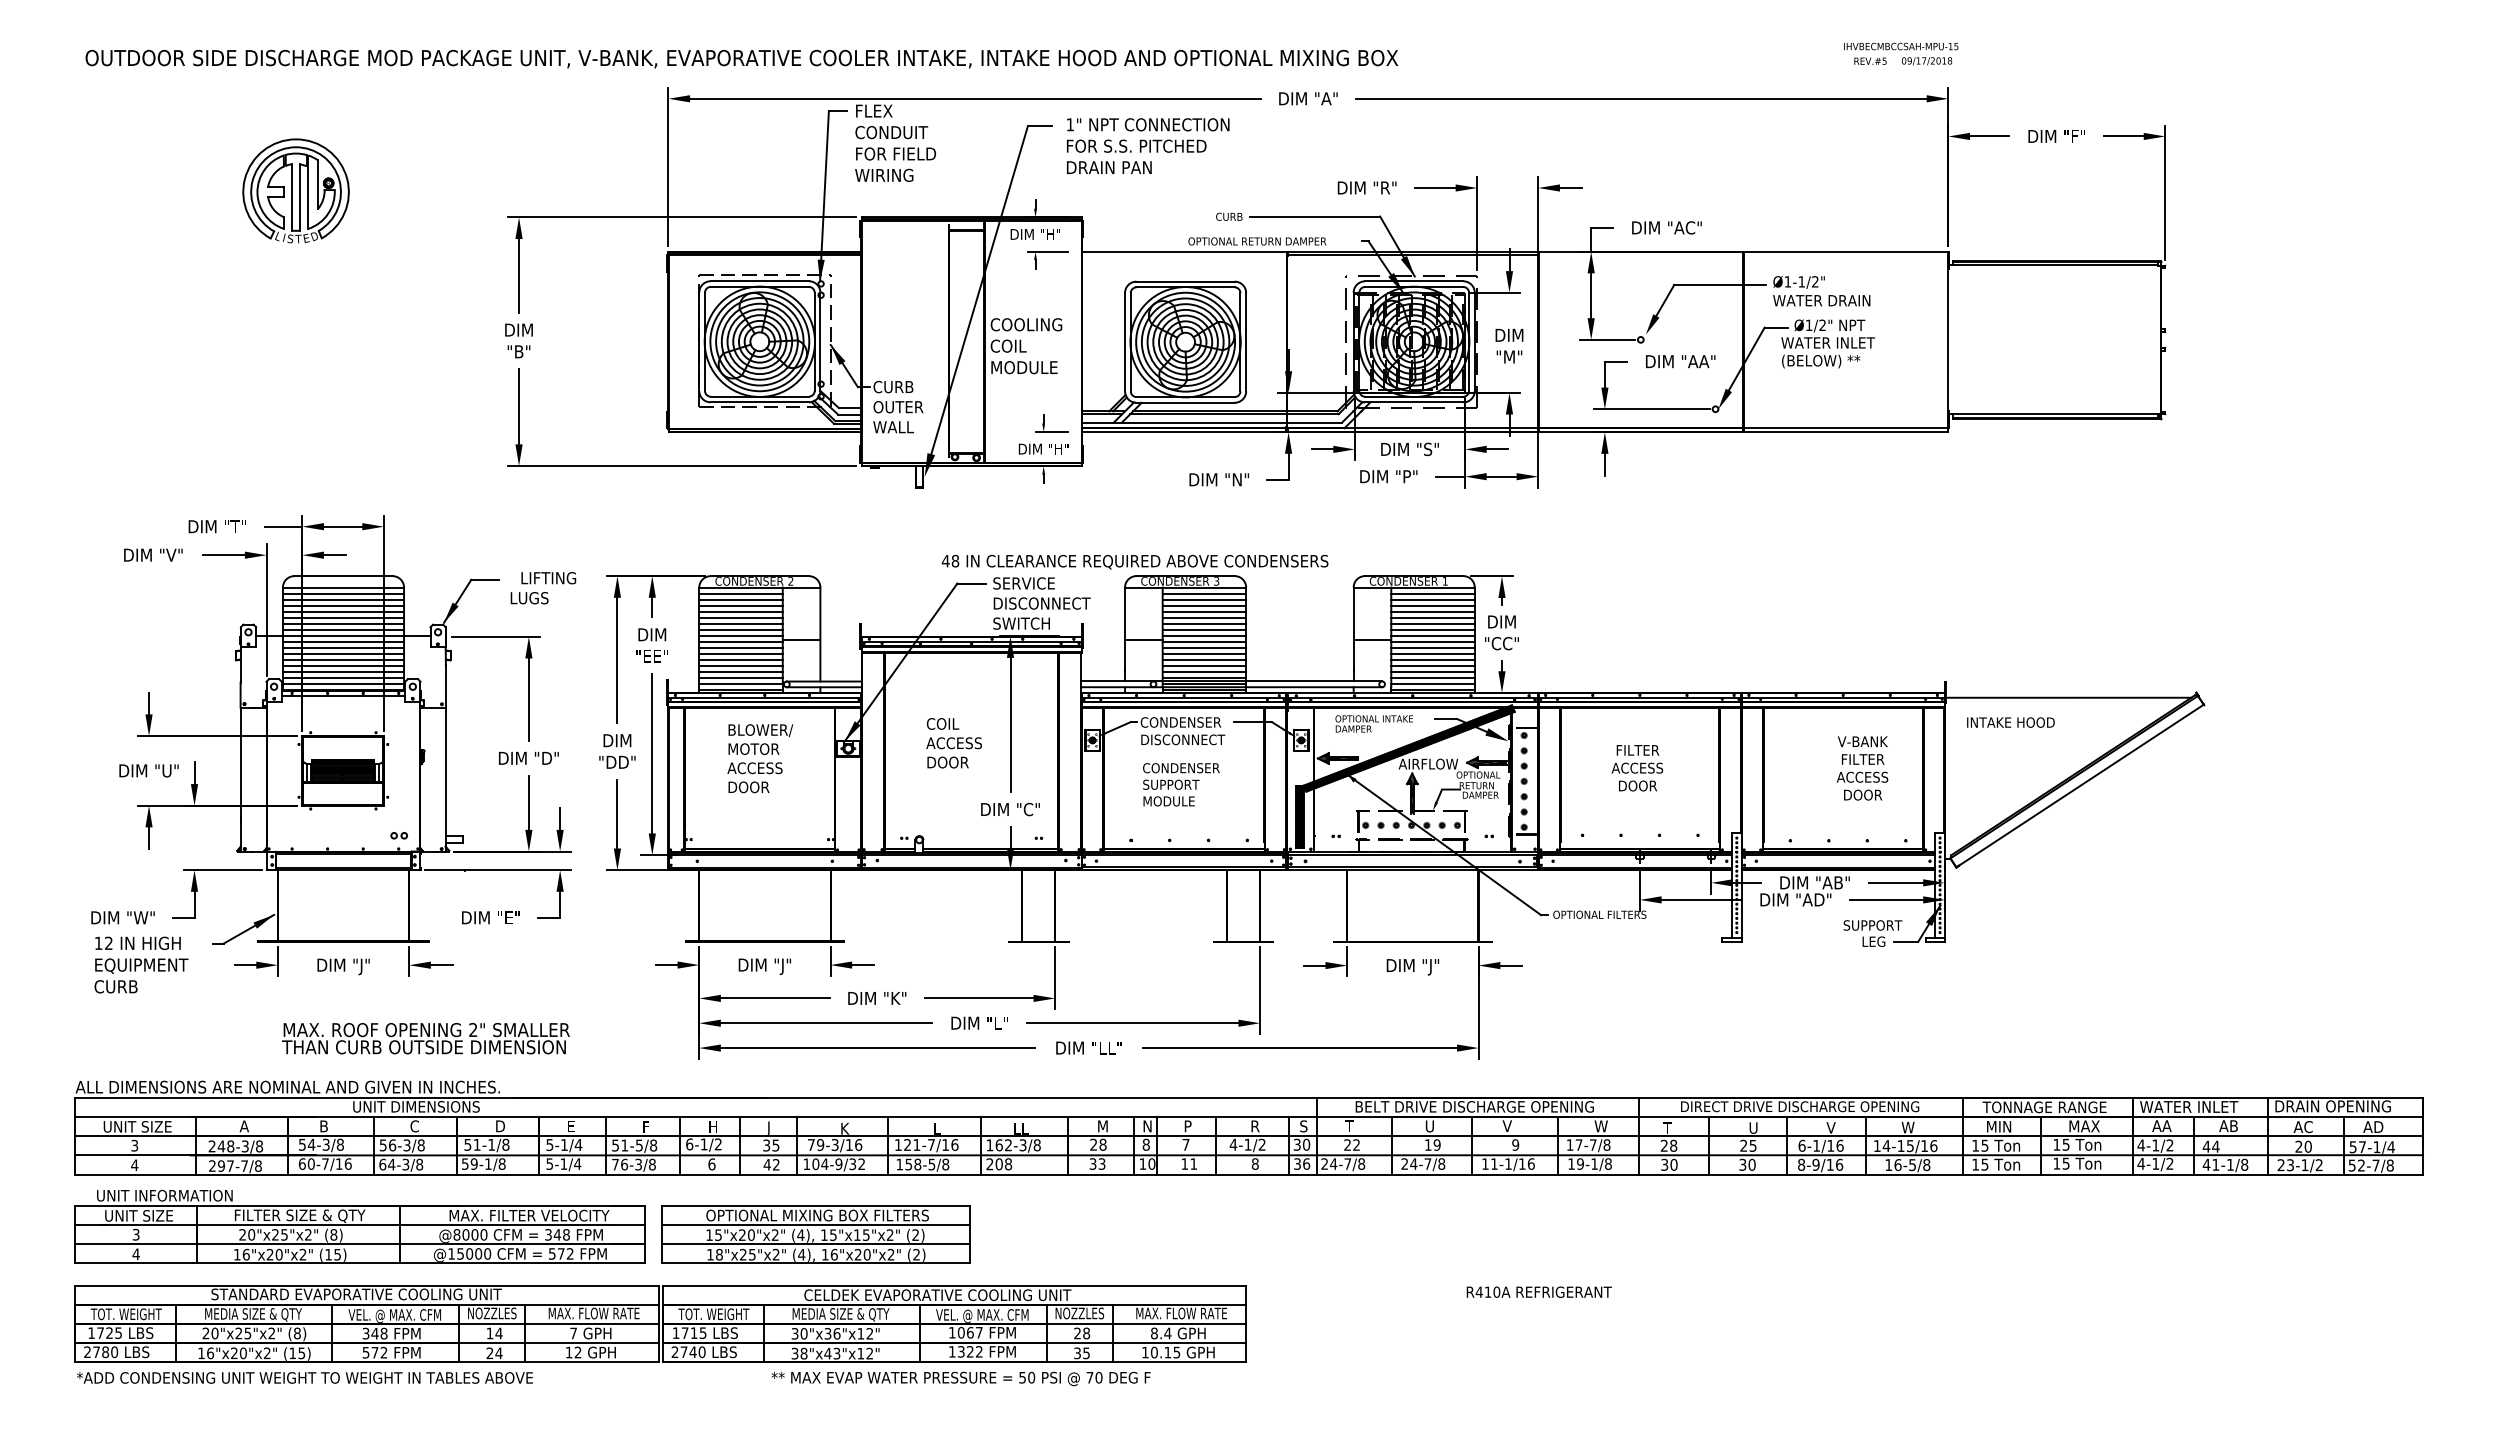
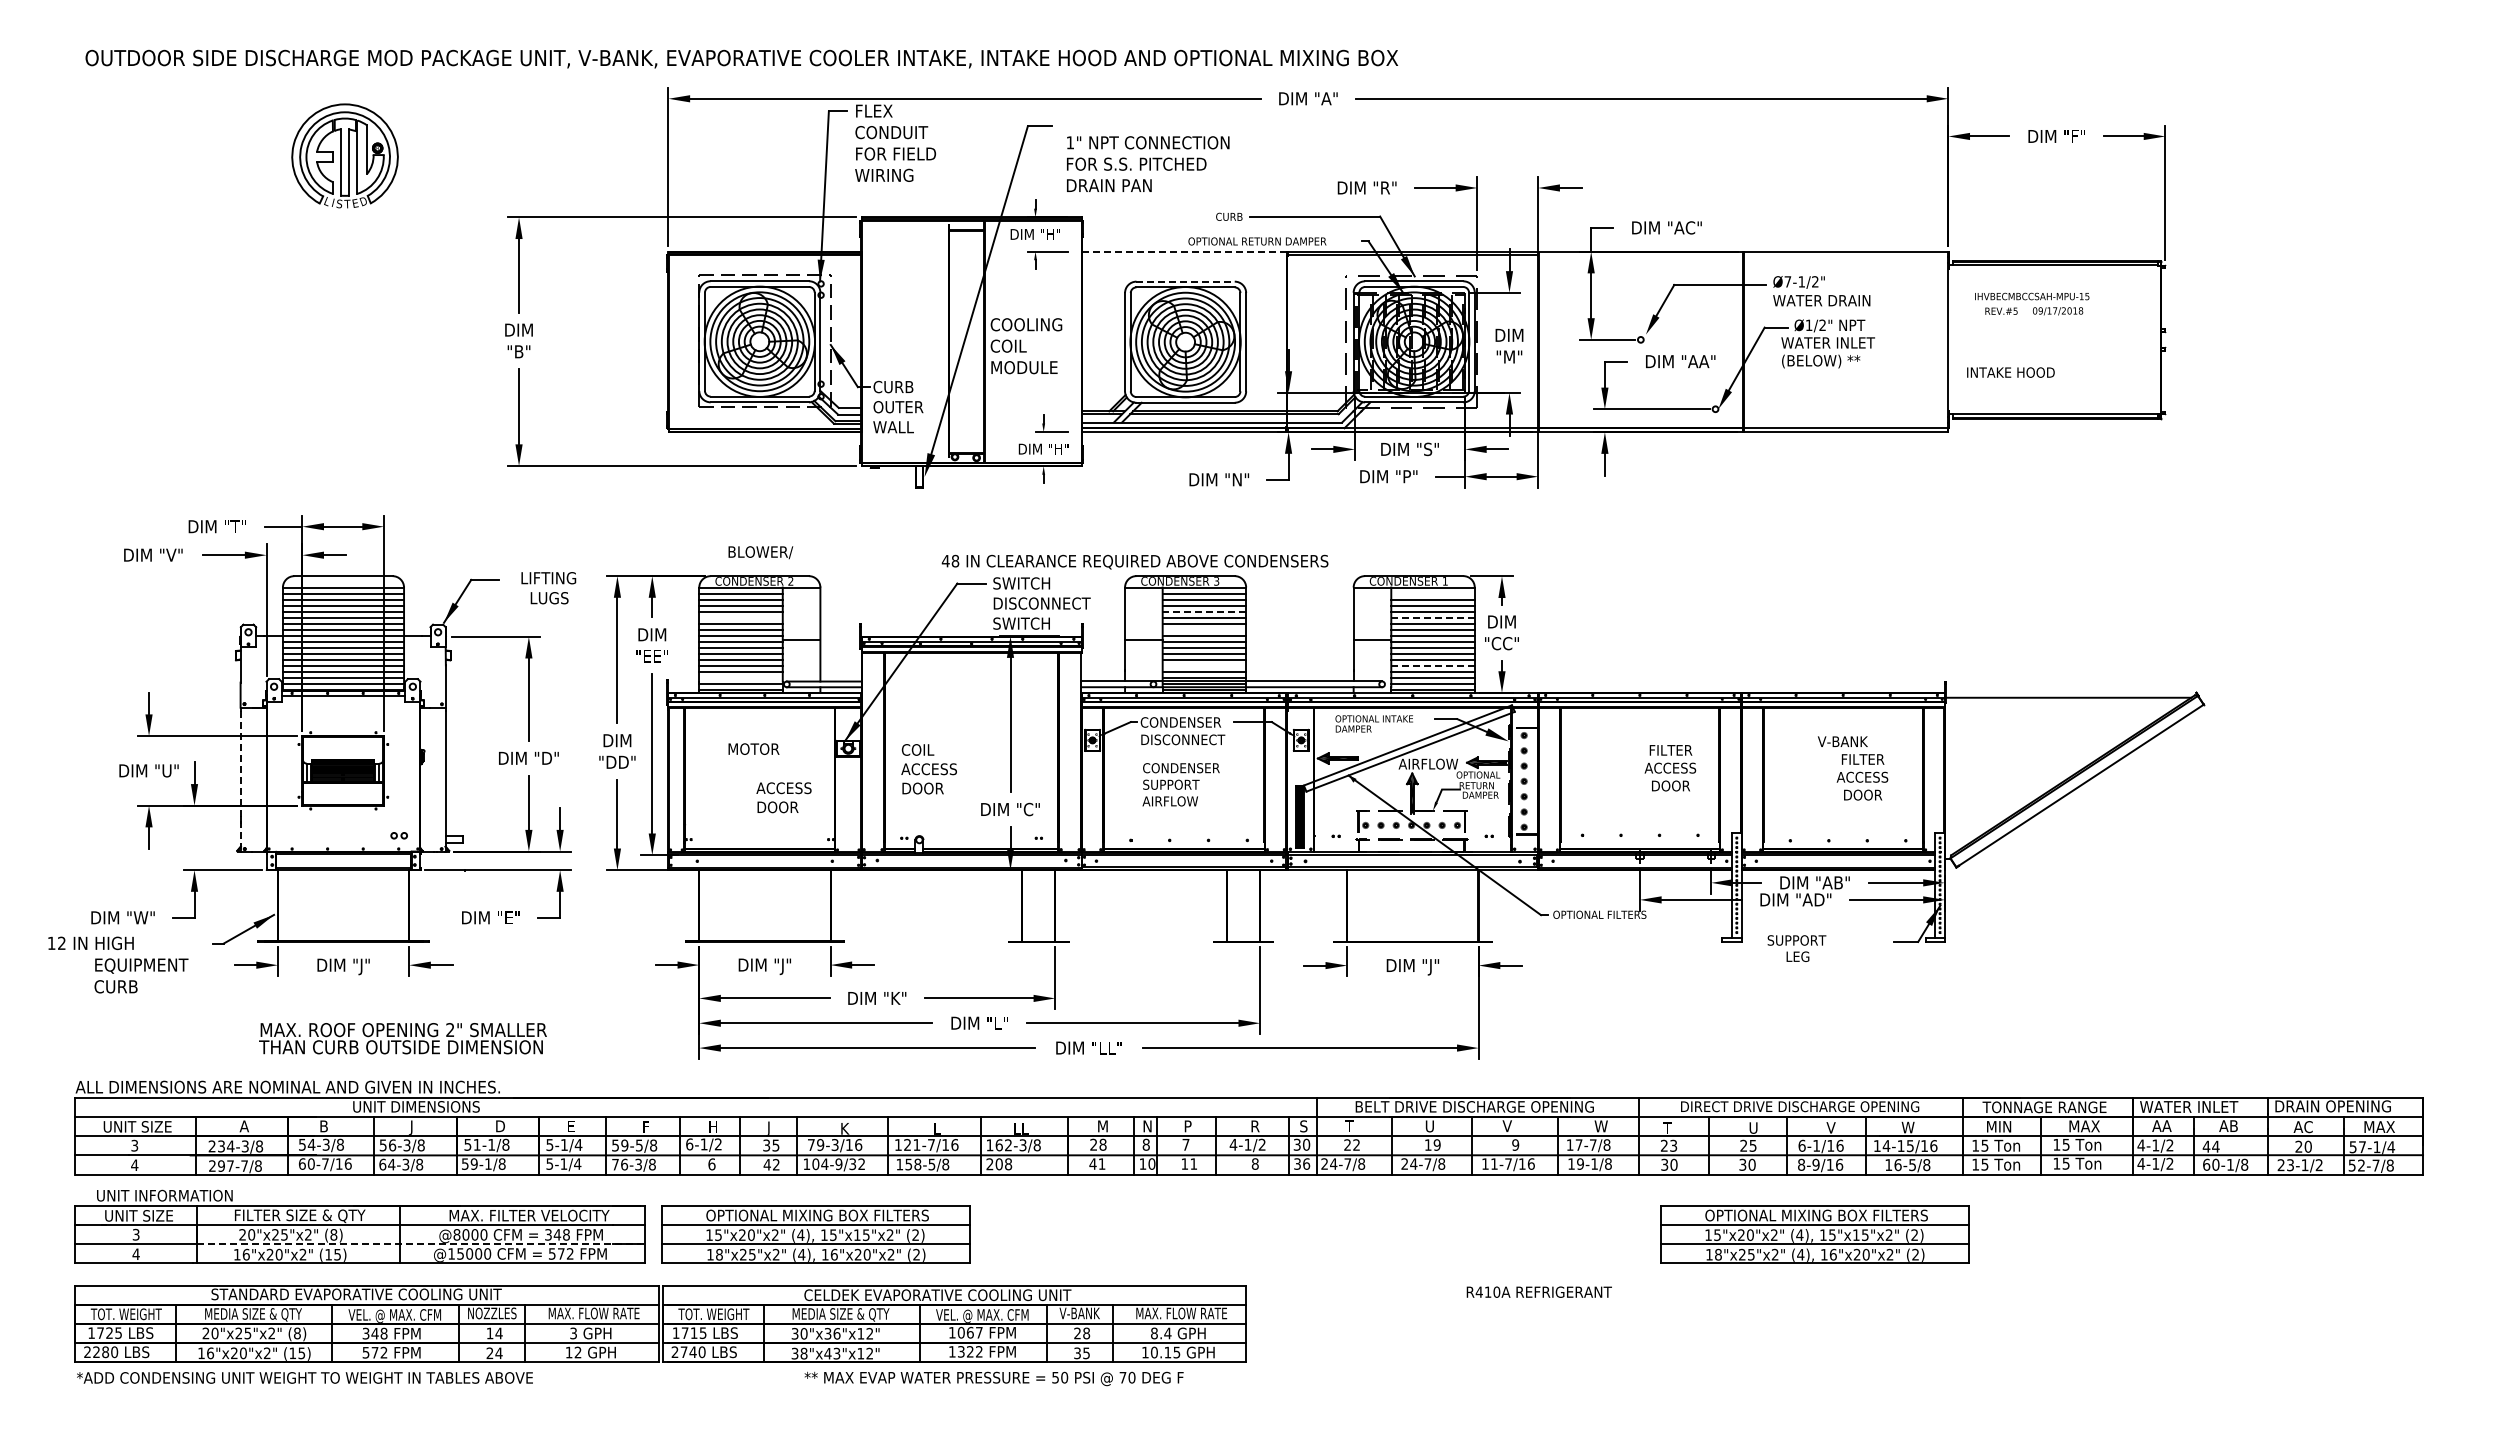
text at (1901, 53) position: (1901, 53) -> (2032, 303)
text at (1148, 145) position: (1148, 145) -> (1148, 163)
part at (295, 190) position: (295, 190) -> (344, 155)
line at (1185, 251): solid -> dashed
line at (1186, 281): solid -> dashed
text at (1787, 281): Ø1-1/2" -> Ø7-1/2"
text at (1028, 583): SERVICE -> SWITCH
line at (1432, 593): present -> none
text at (529, 598) position: (529, 598) -> (549, 598)
line at (1204, 611): solid -> dashed
line at (740, 617): present -> none
line at (1433, 617): solid -> dashed
line at (1204, 629): present -> none
line at (1204, 665): present -> none
line at (1433, 665): solid -> dashed
line at (740, 677): present -> none
text at (2010, 722) position: (2010, 722) -> (2010, 372)
text at (760, 730) position: (760, 730) -> (760, 552)
text at (1862, 741) position: (1862, 741) -> (1842, 741)
text at (953, 743) position: (953, 743) -> (928, 769)
hatch at (1408, 748): present -> none
text at (1637, 768) position: (1637, 768) -> (1670, 768)
text at (754, 777) position: (754, 777) -> (783, 797)
line at (240, 781): solid -> dashed
text at (1170, 801): MODULE -> AIRFLOW
text at (1872, 933) position: (1872, 933) -> (1796, 948)
text at (137, 942) position: (137, 942) -> (90, 942)
text at (425, 1038) position: (425, 1038) -> (402, 1038)
text at (2378, 1126): AD -> MAX
text at (413, 1127): C -> J
text at (624, 1145): 51-5/8 -> 59-5/8
text at (1673, 1145): 28 -> 23
text at (225, 1146): 248-3/8 -> 234-3/8
text at (1097, 1163): 33 -> 41
text at (1508, 1163): 11-1/16 -> 11-7/16
text at (2210, 1164): 41-1/8 -> 60-1/8
part at (1814, 1234): none -> present
line at (421, 1244): solid -> dashed
text at (1079, 1313): NOZZLES -> V-BANK
text at (573, 1333): 7 -> 3
text at (96, 1351): 2780 -> 2280
text at (960, 1378) position: (960, 1378) -> (993, 1378)
